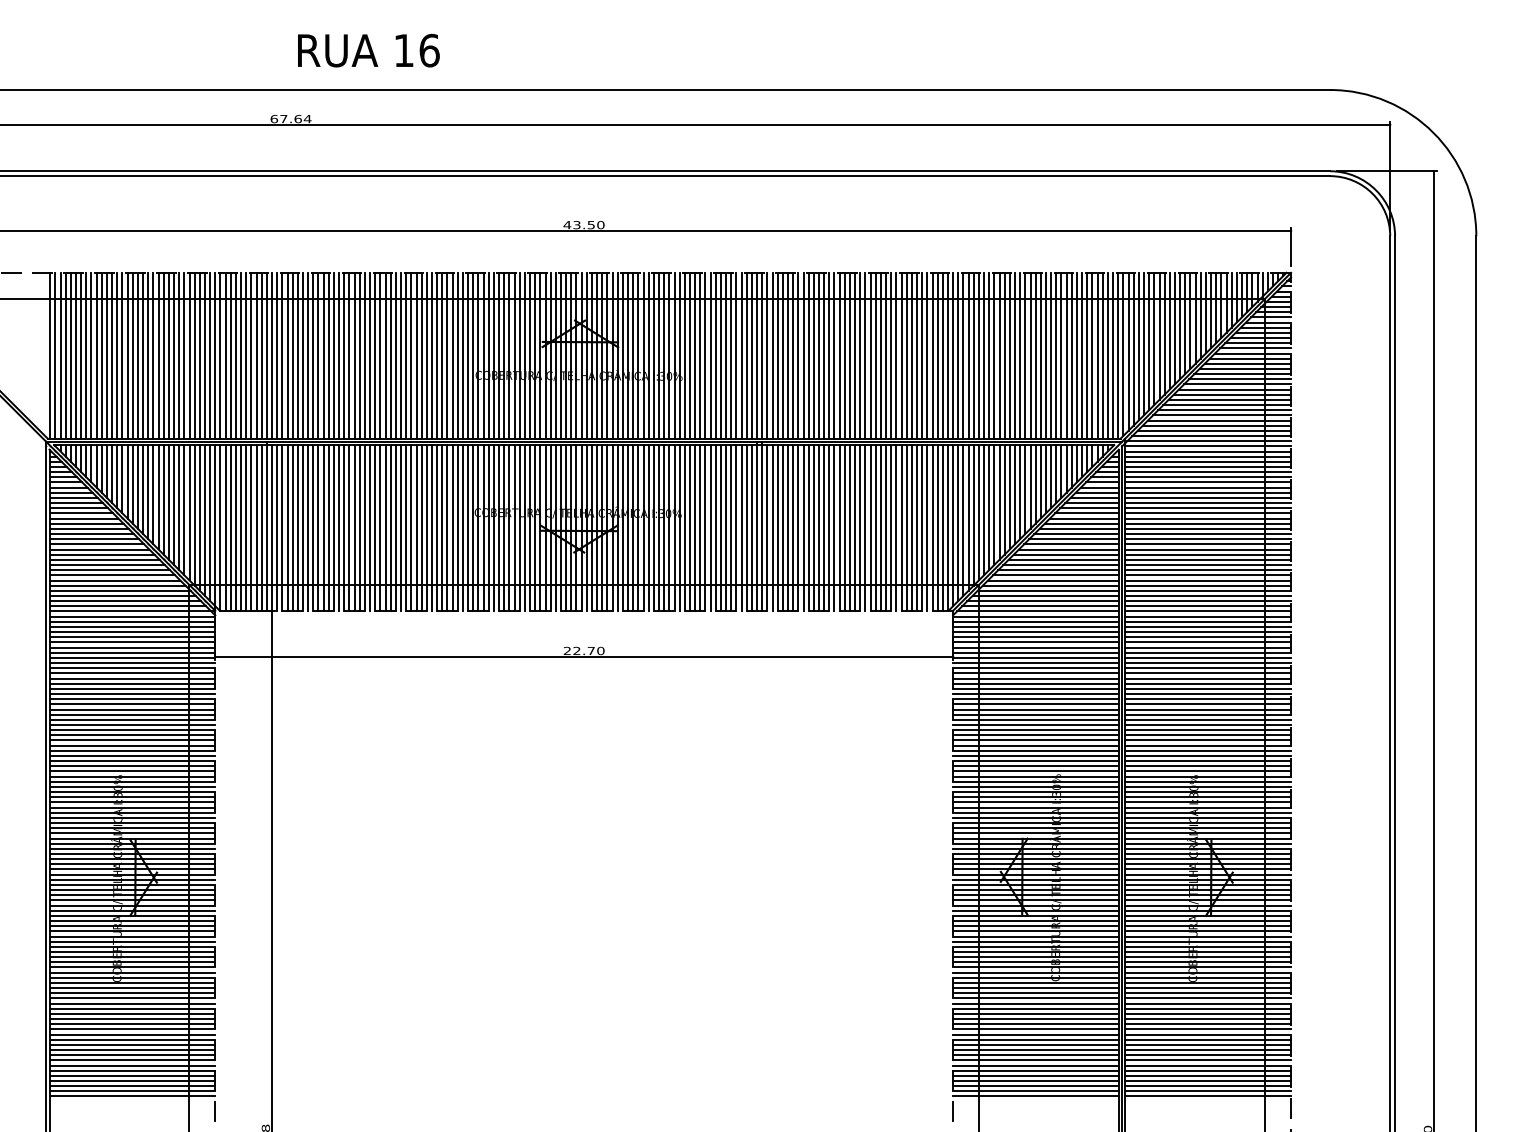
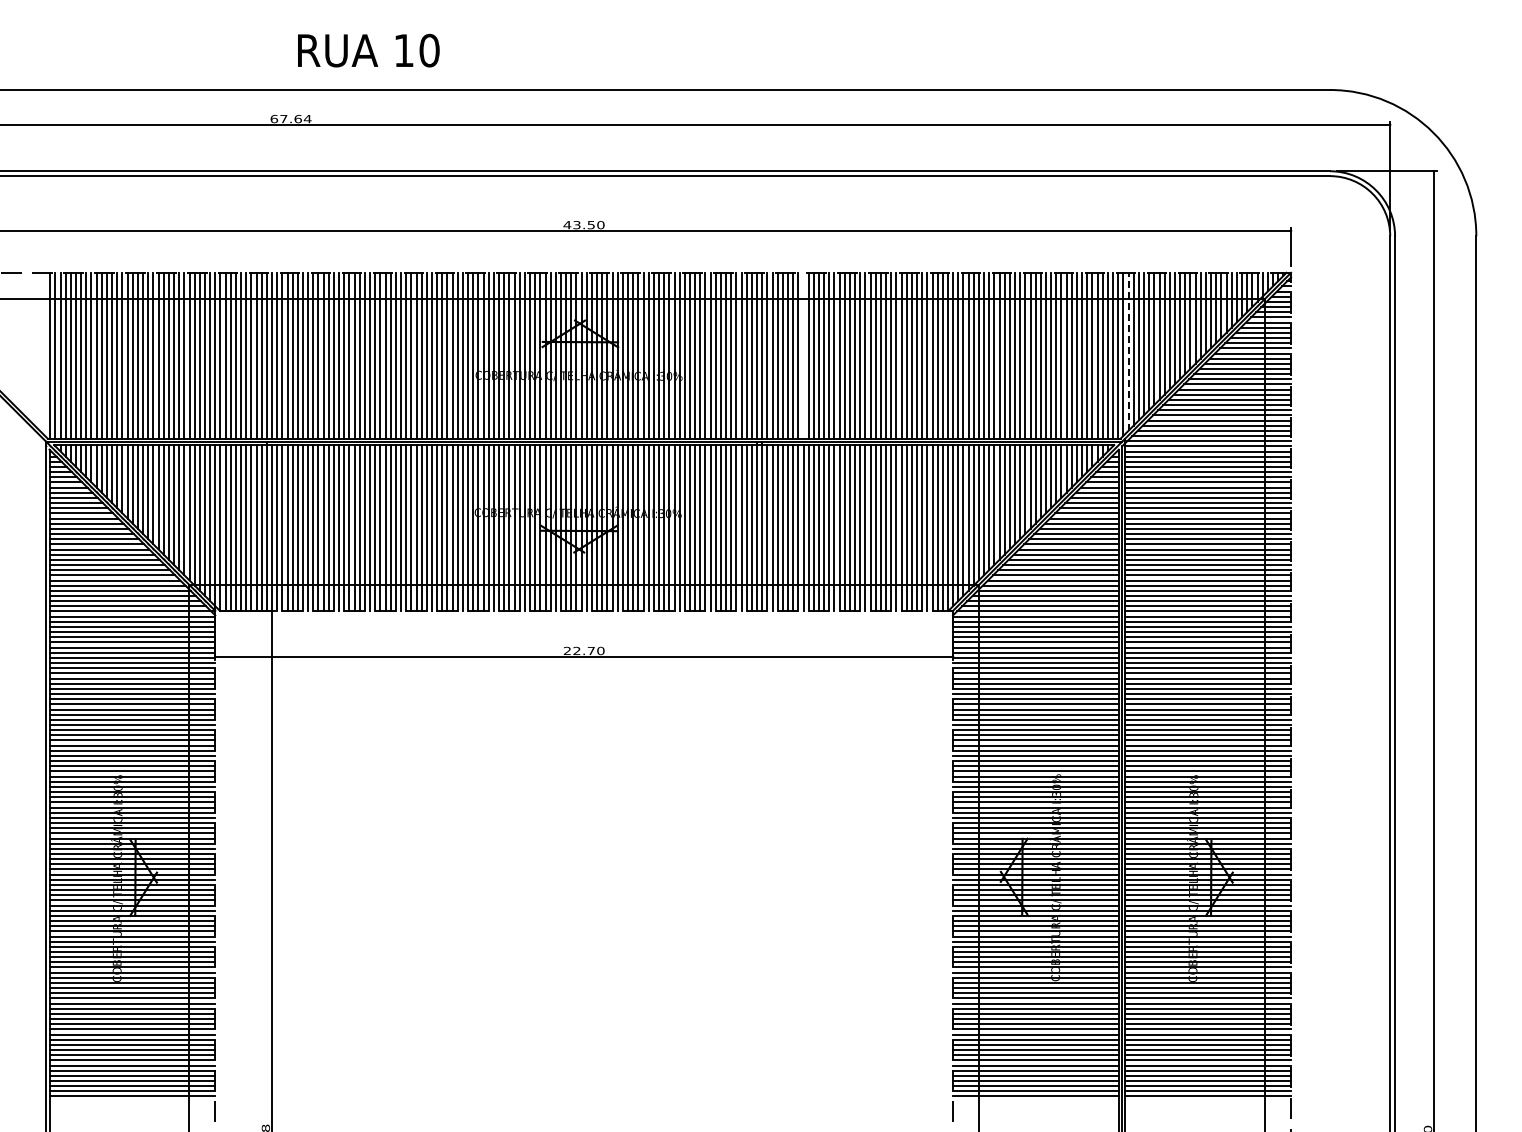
text at (429, 50): 16 -> 10
line at (1128, 351): solid -> dashed
line at (803, 355): present -> none
